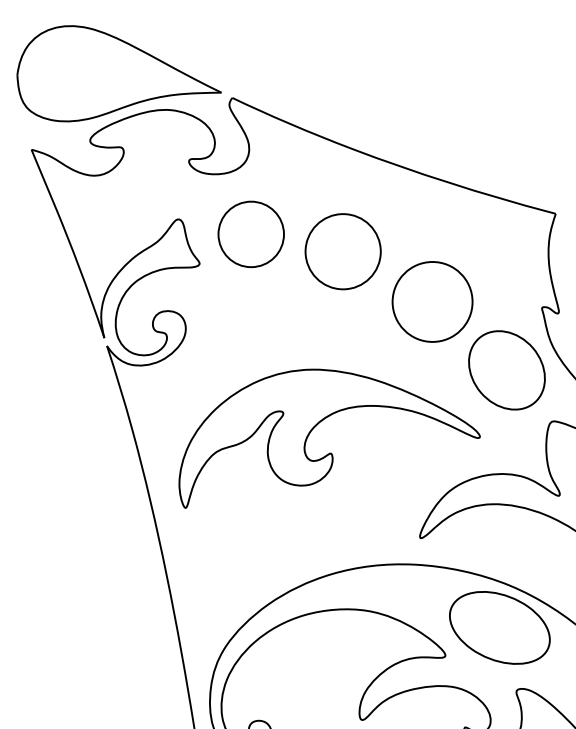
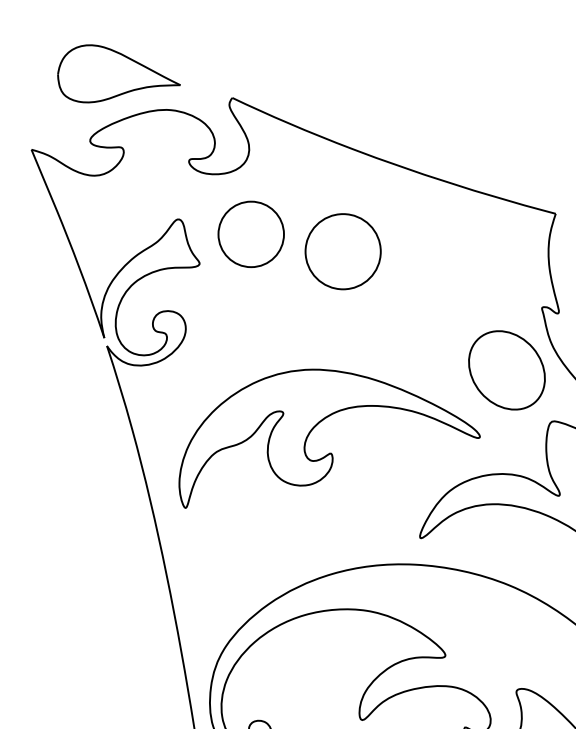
part at (118, 73) size: 206x98 px -> 124x60 px
part at (432, 301): present -> none
part at (499, 627): present -> none
